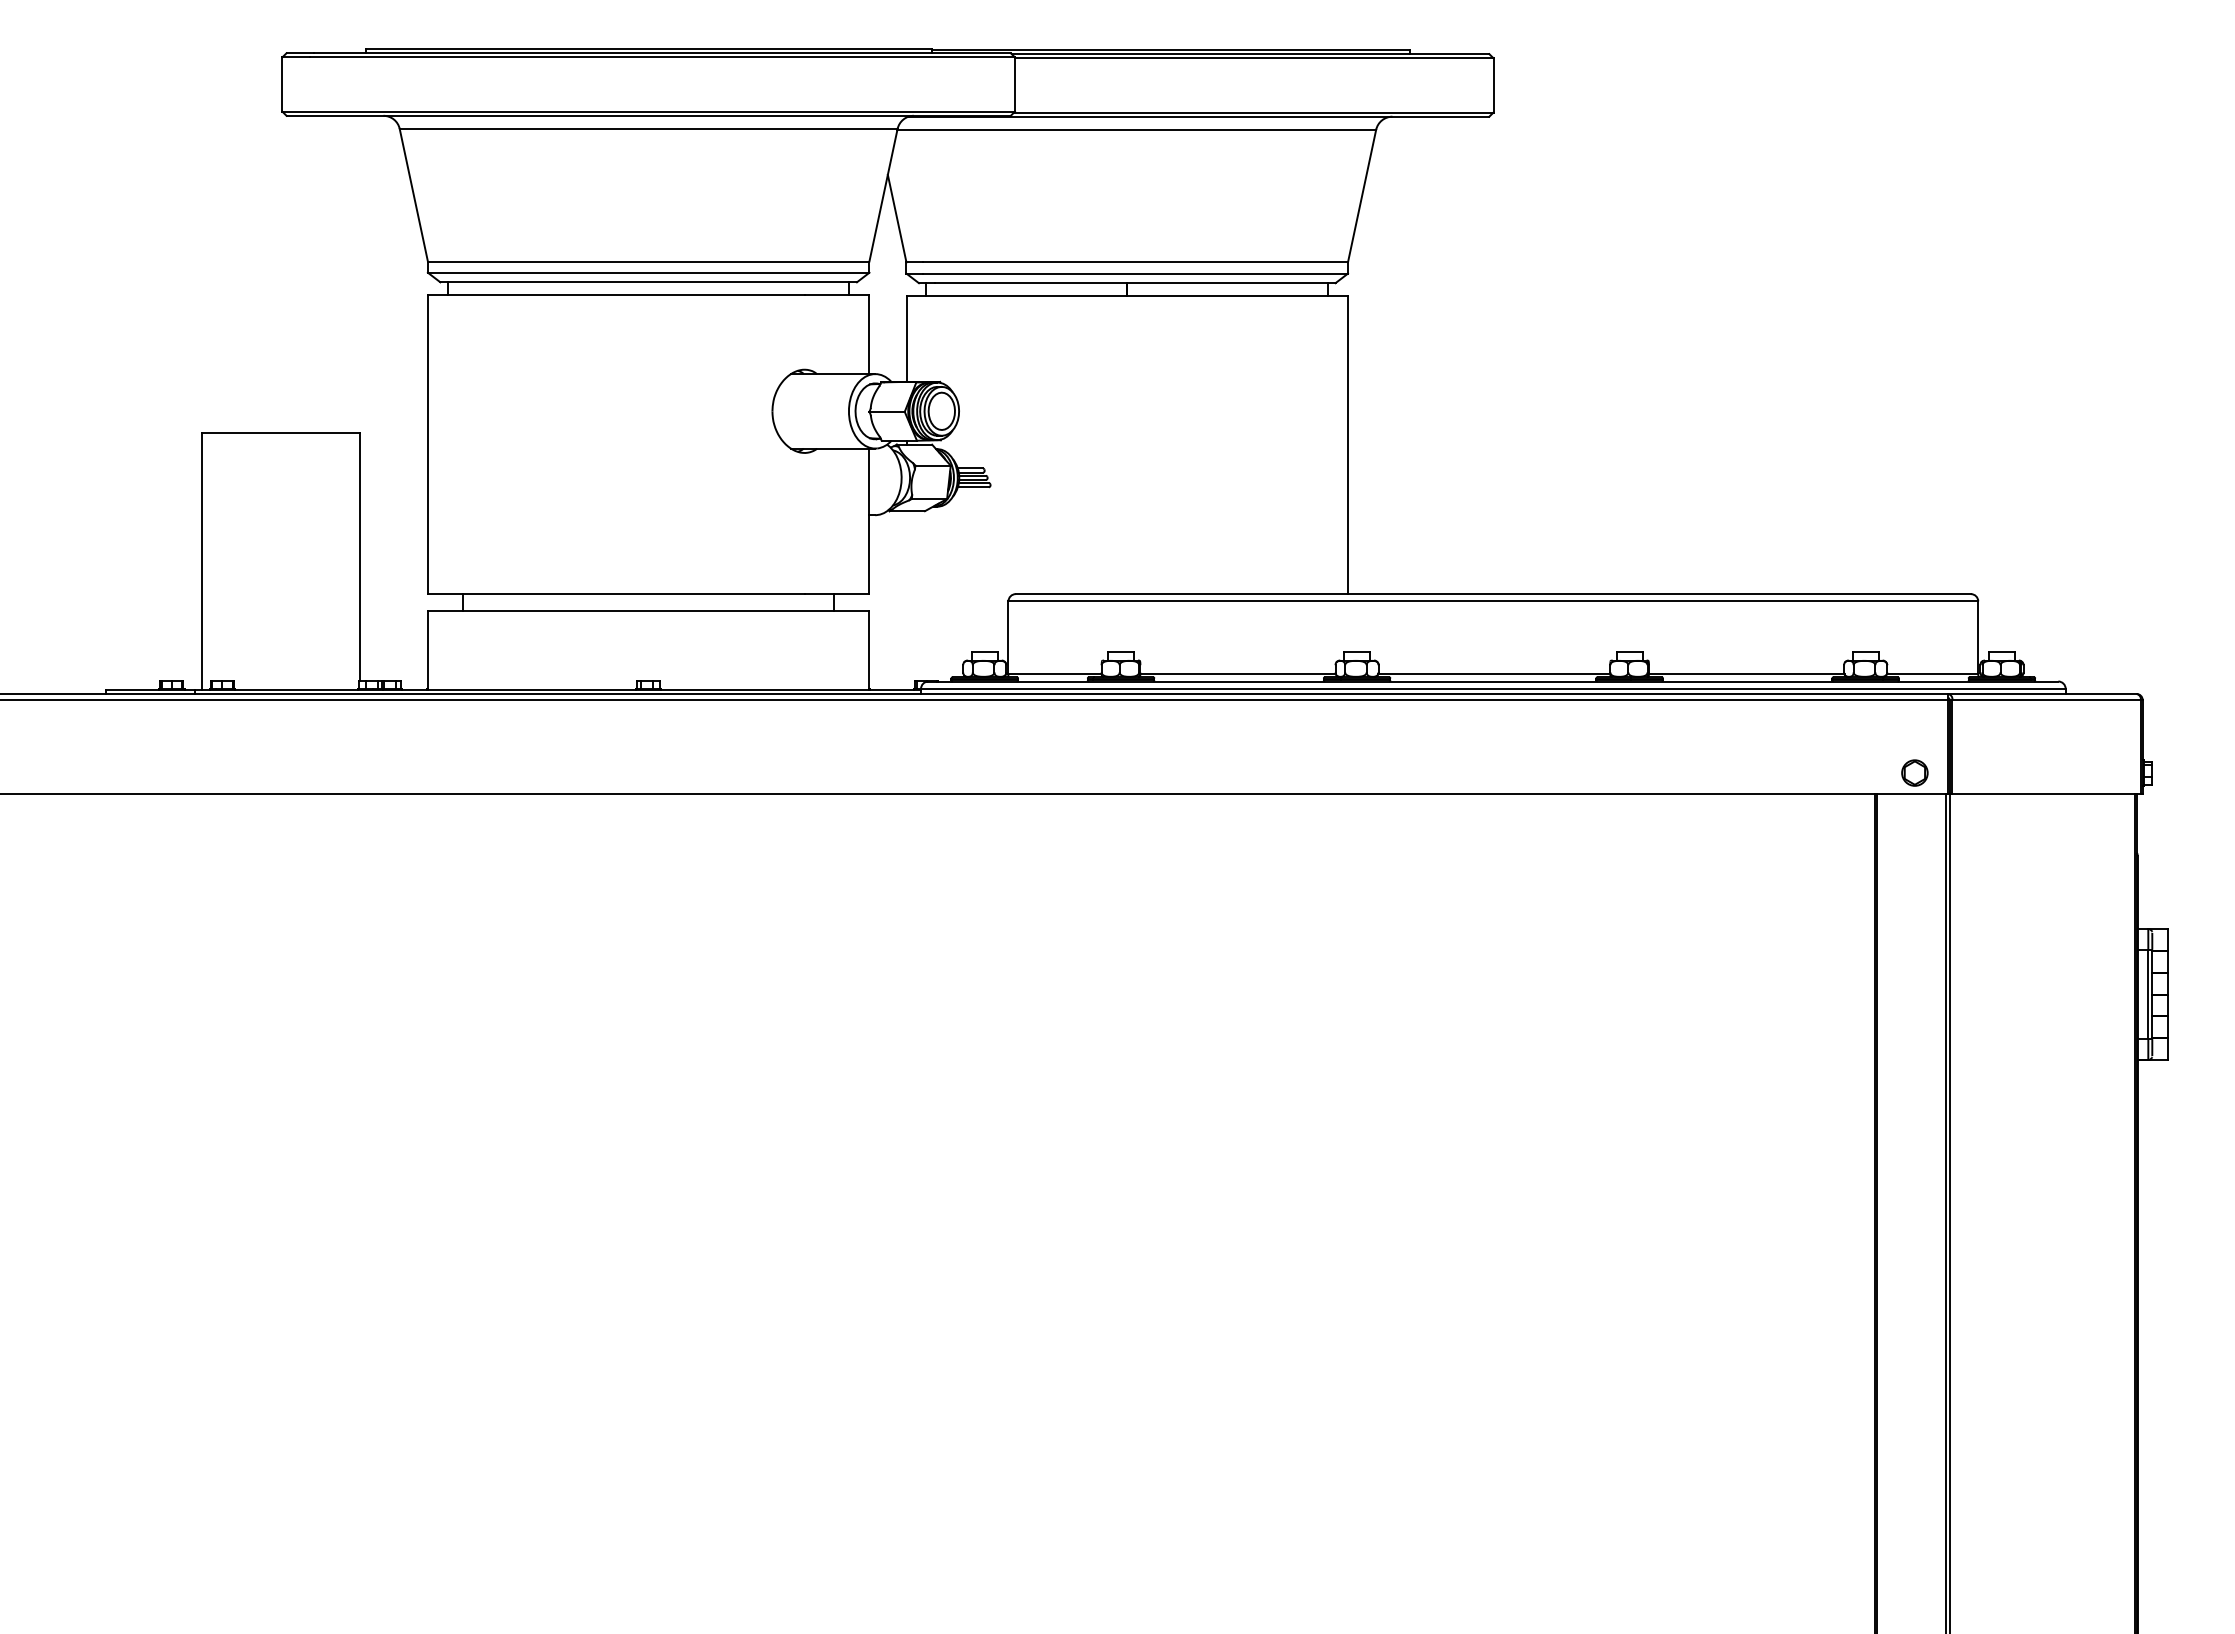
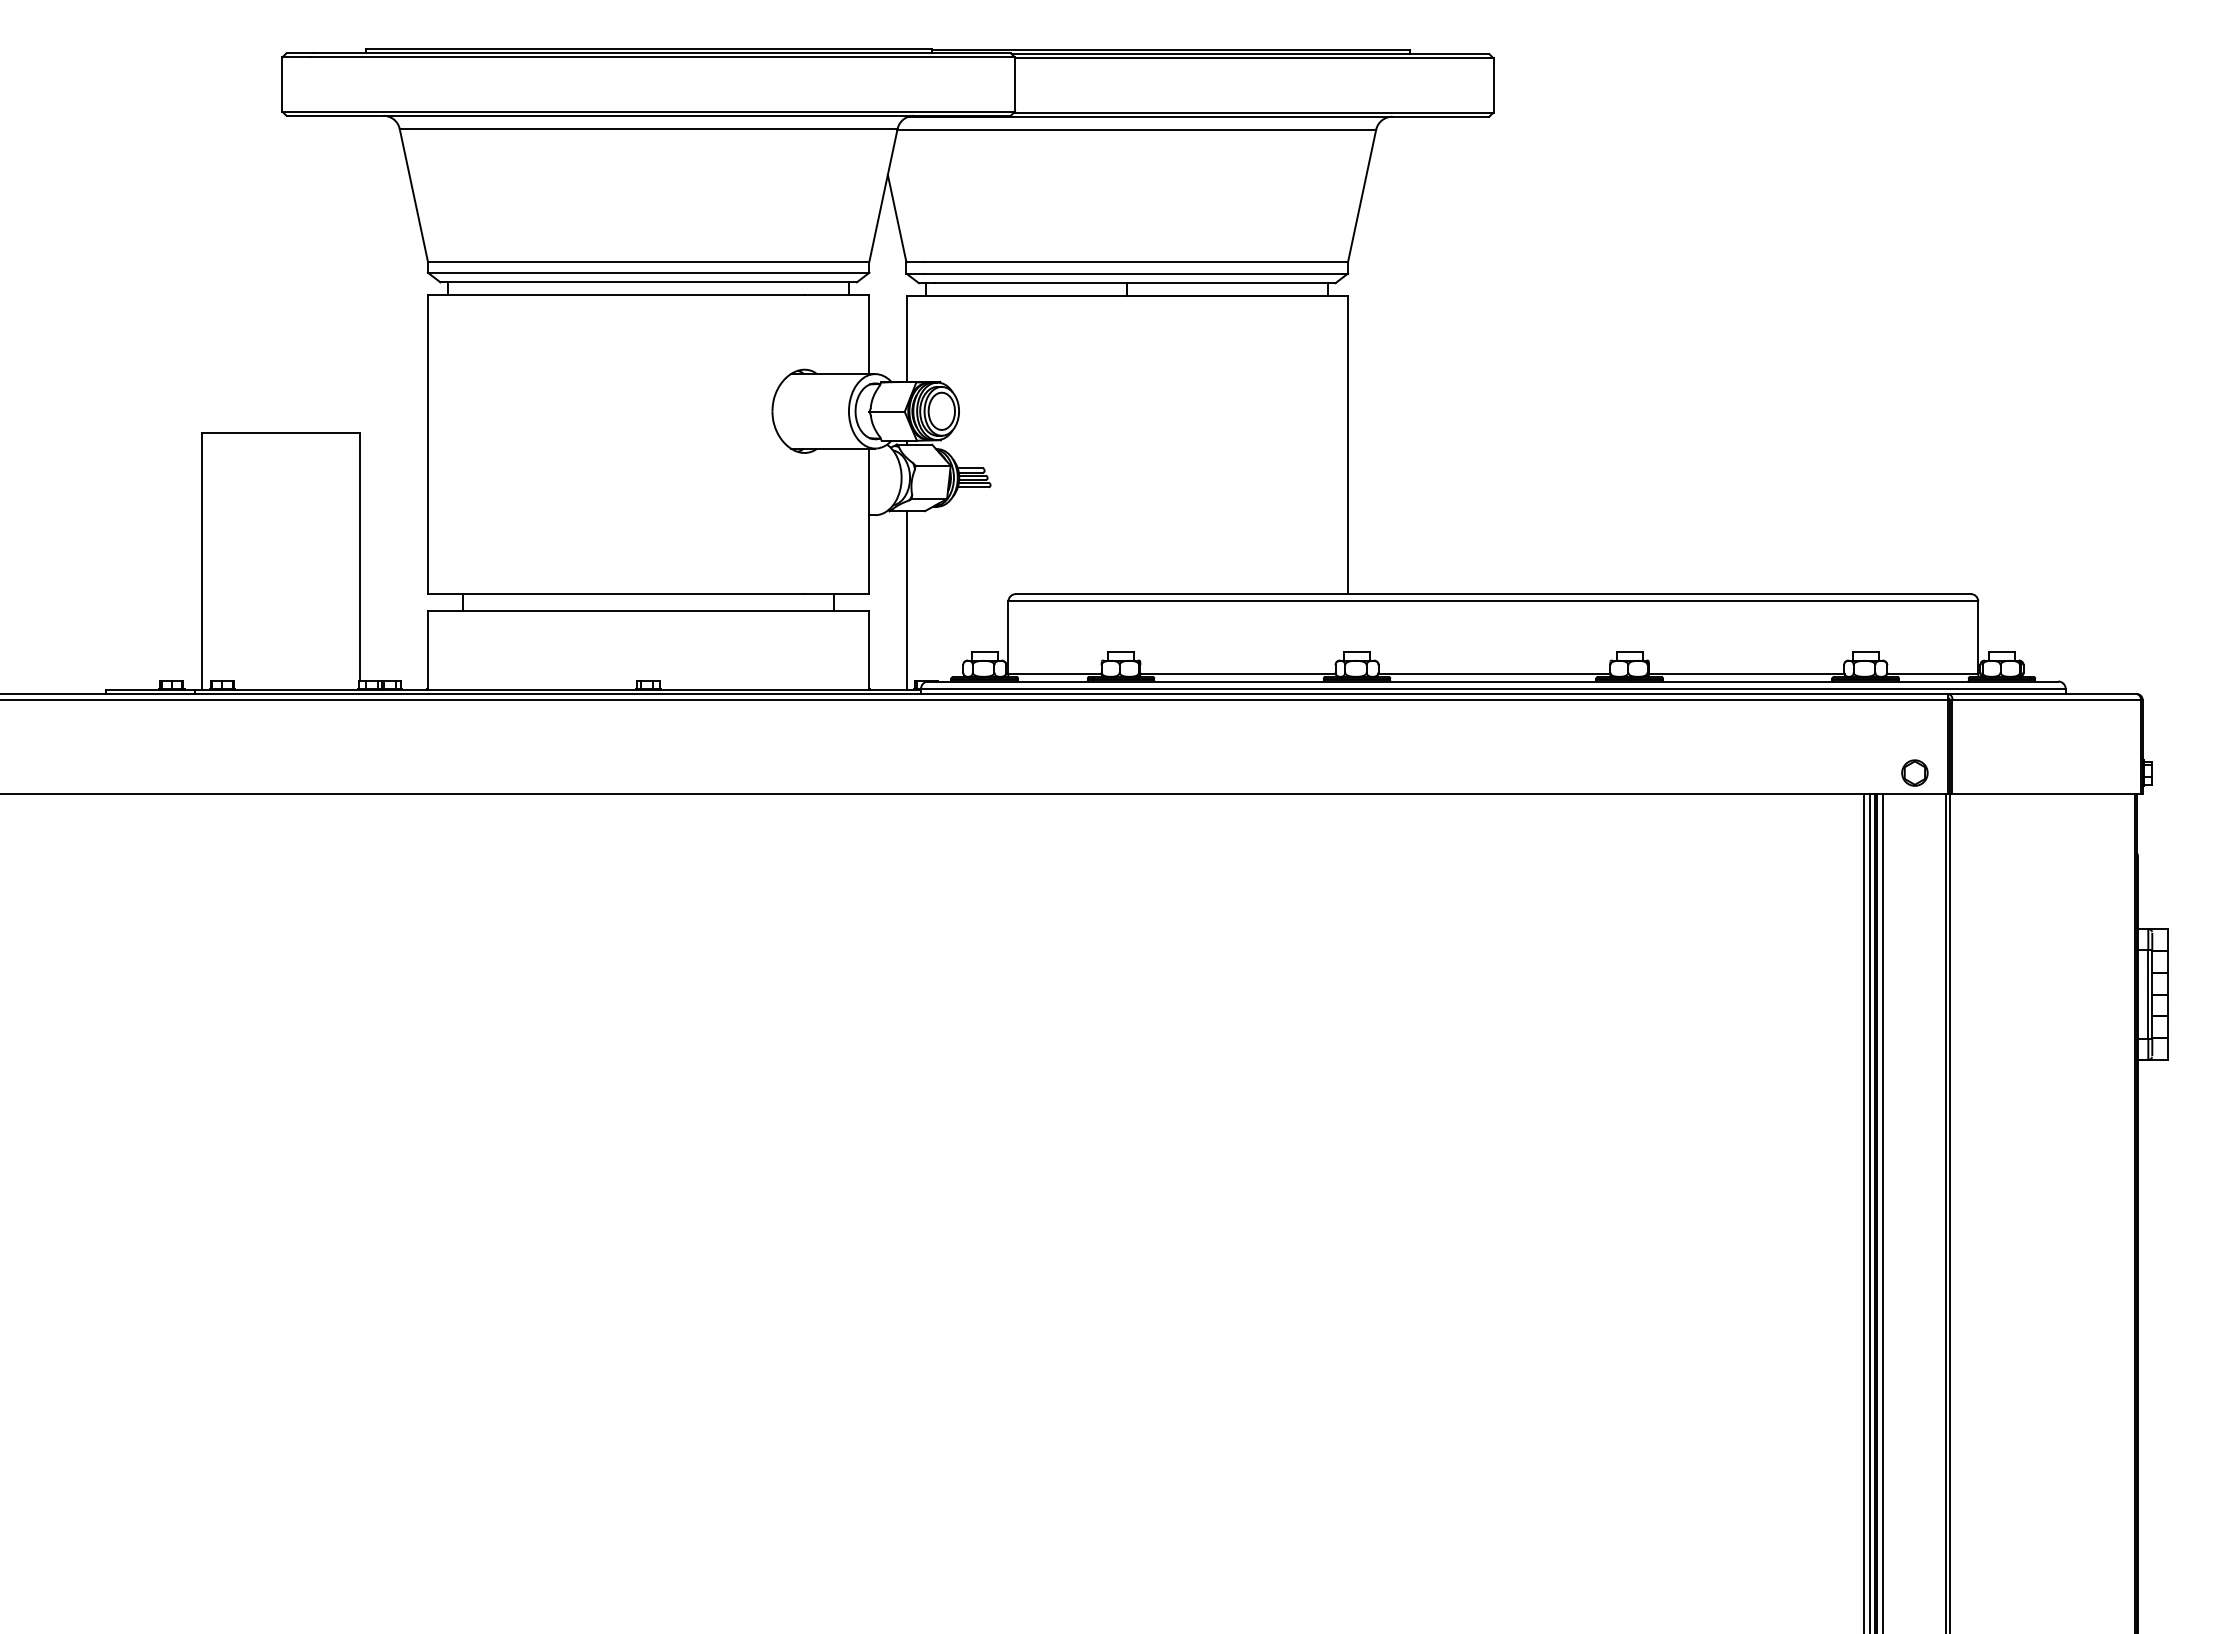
line at (906, 600): none -> present
line at (1863, 1211): none -> present
line at (1869, 1211): none -> present
line at (1883, 1211): none -> present
